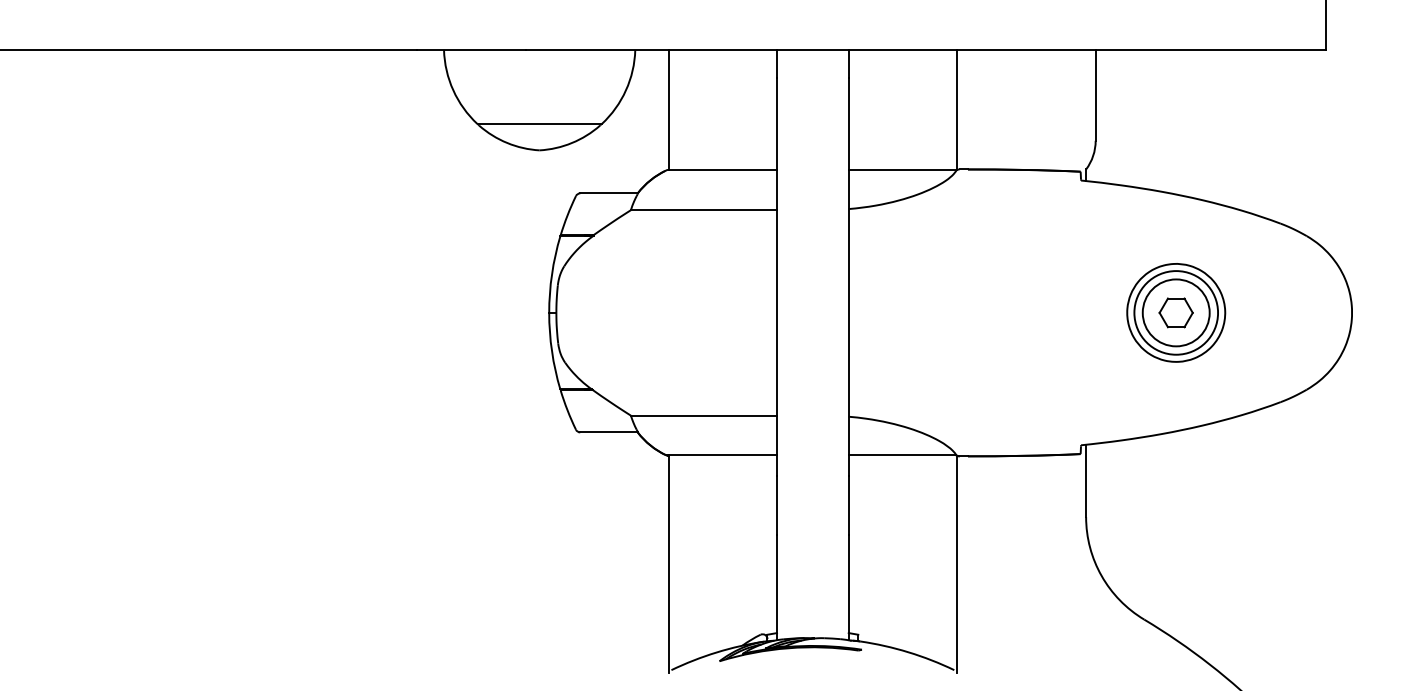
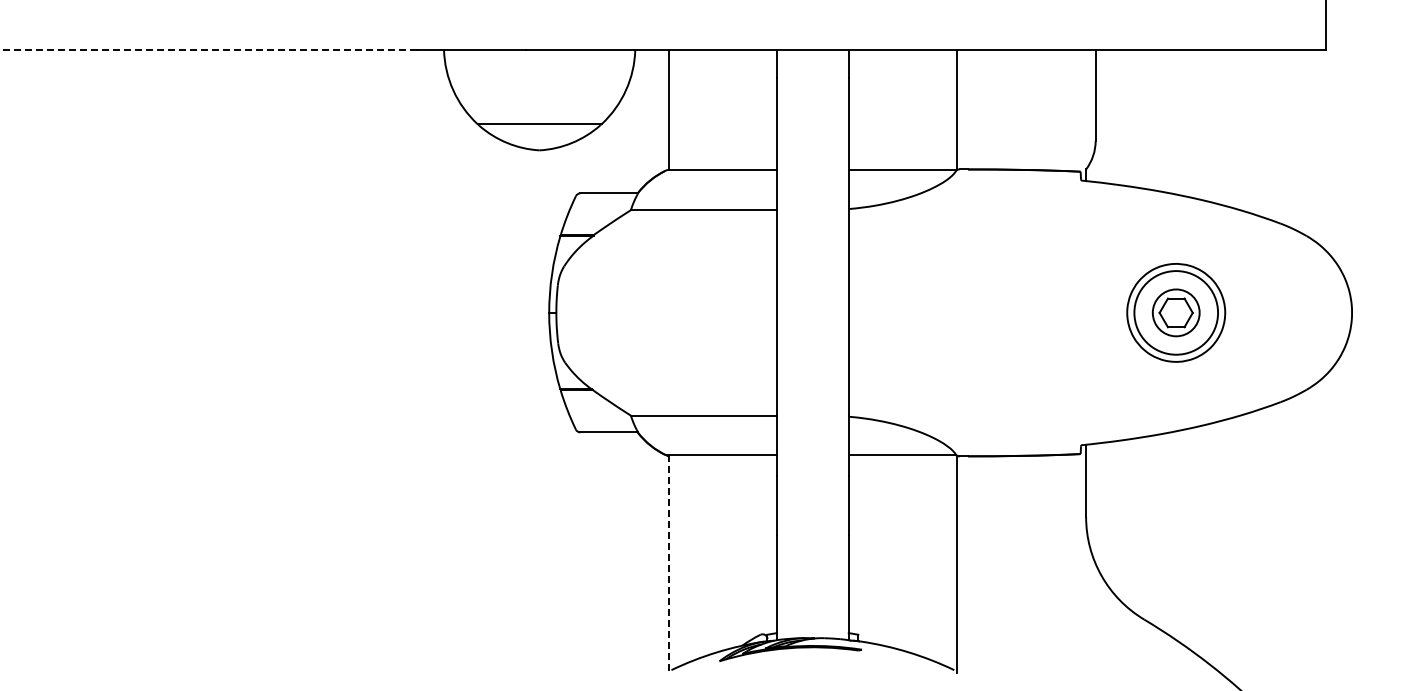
line at (208, 49): solid -> dashed
circle at (1175, 312) diameter: 67 px -> 47 px
line at (668, 564): solid -> dashed
